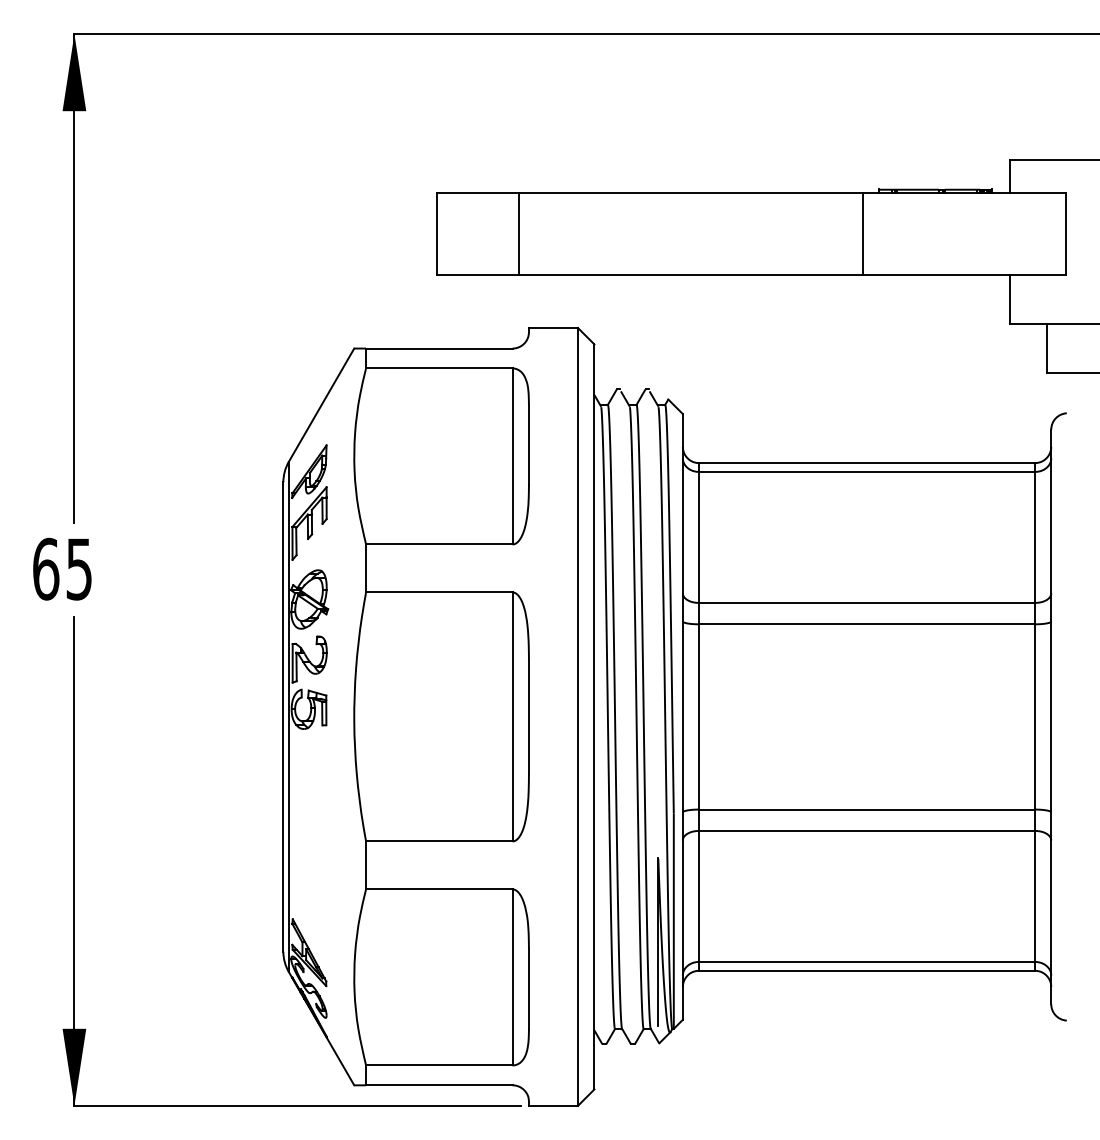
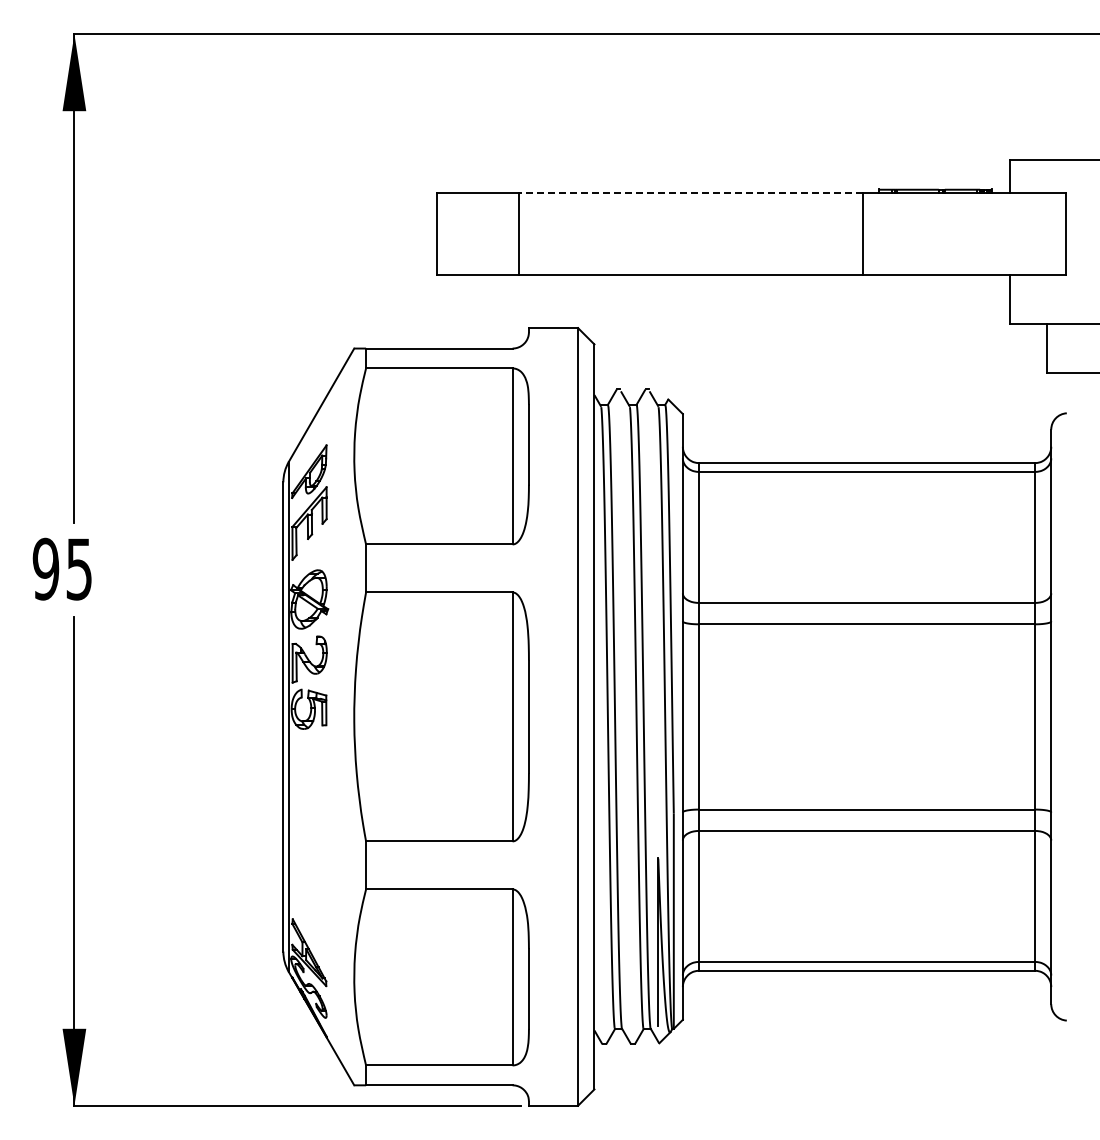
line at (691, 193): solid -> dashed
text at (45, 568): 65 -> 95
